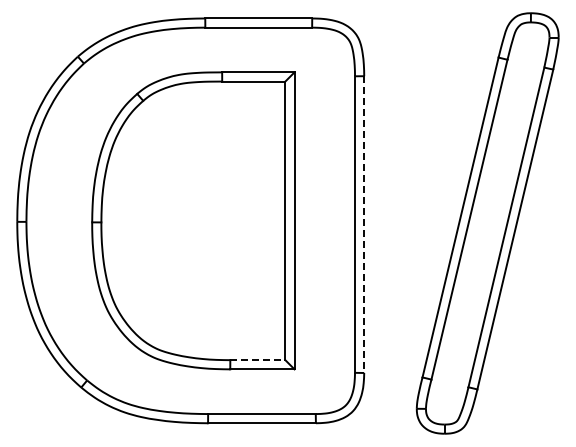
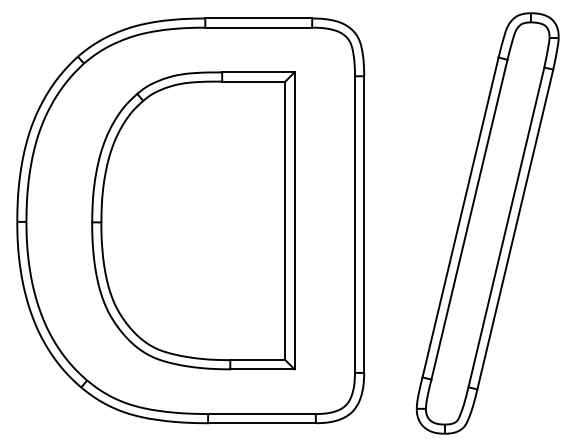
line at (364, 225): dashed -> solid
line at (257, 360): dashed -> solid
